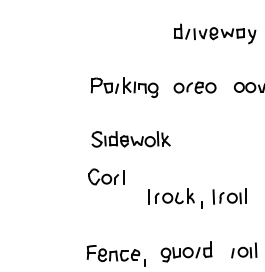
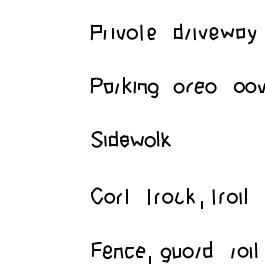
part at (122, 32): none -> present
part at (106, 176) position: (106, 176) -> (109, 195)
part at (115, 255) position: (115, 255) -> (120, 252)
